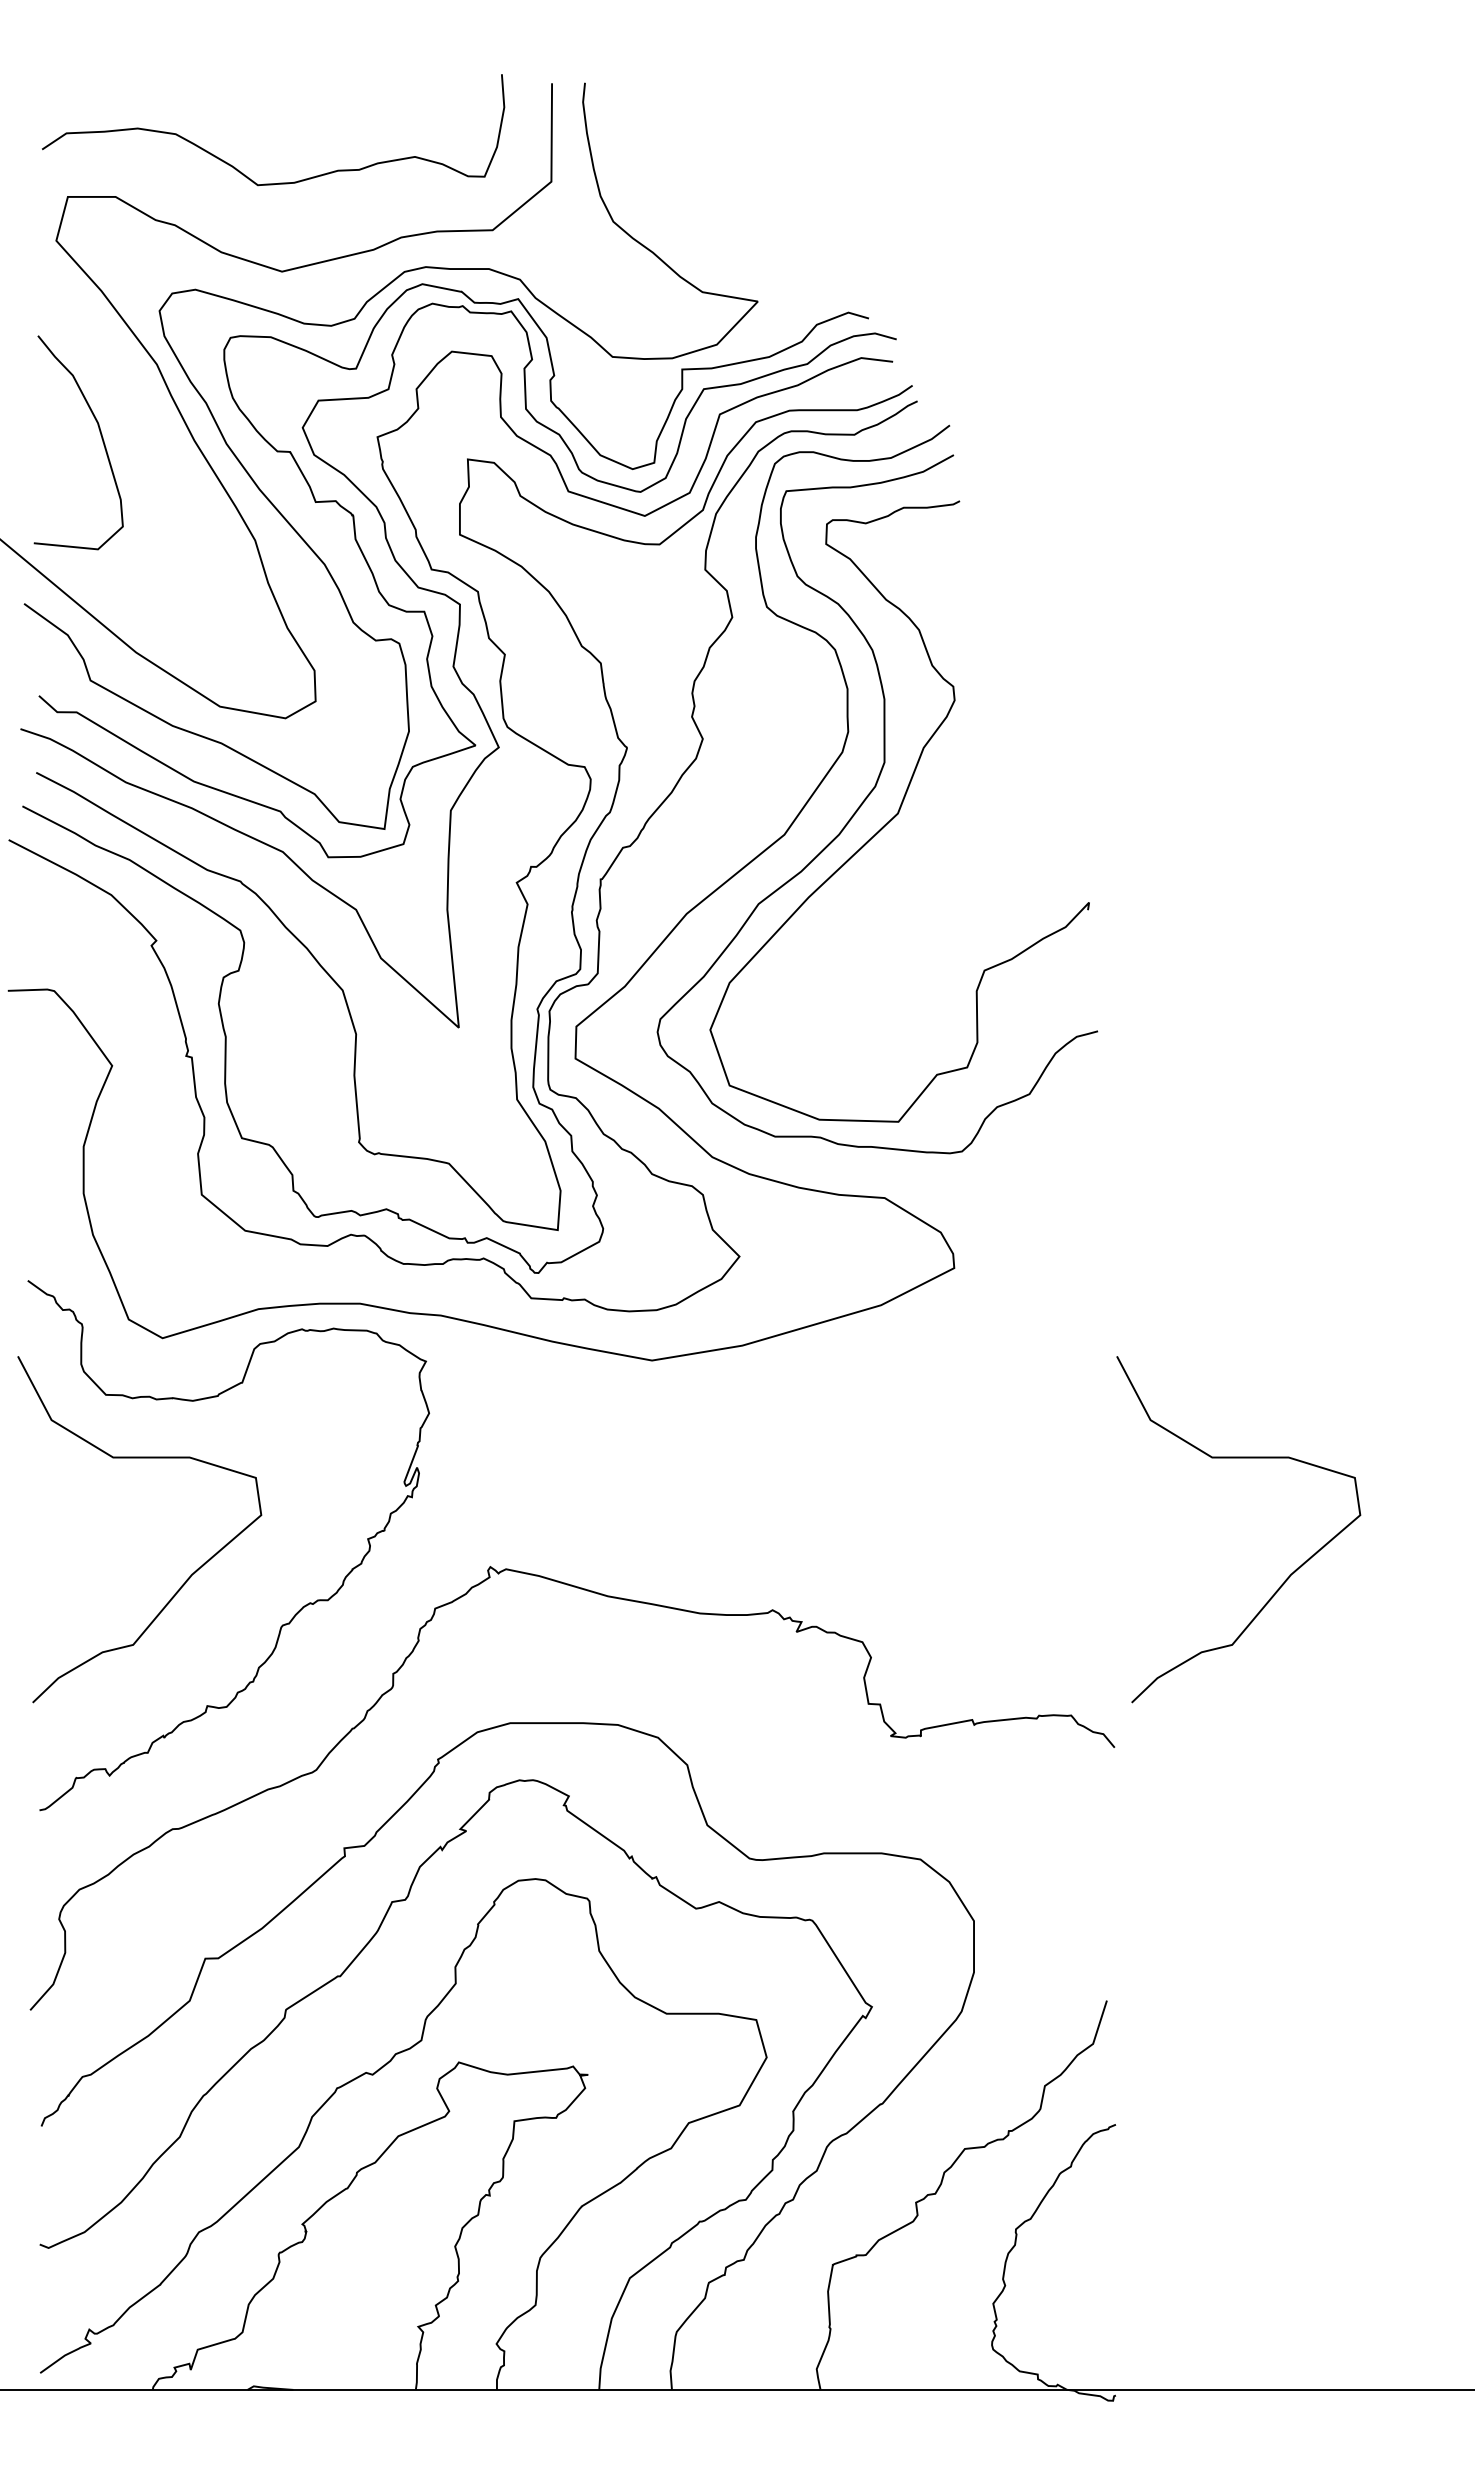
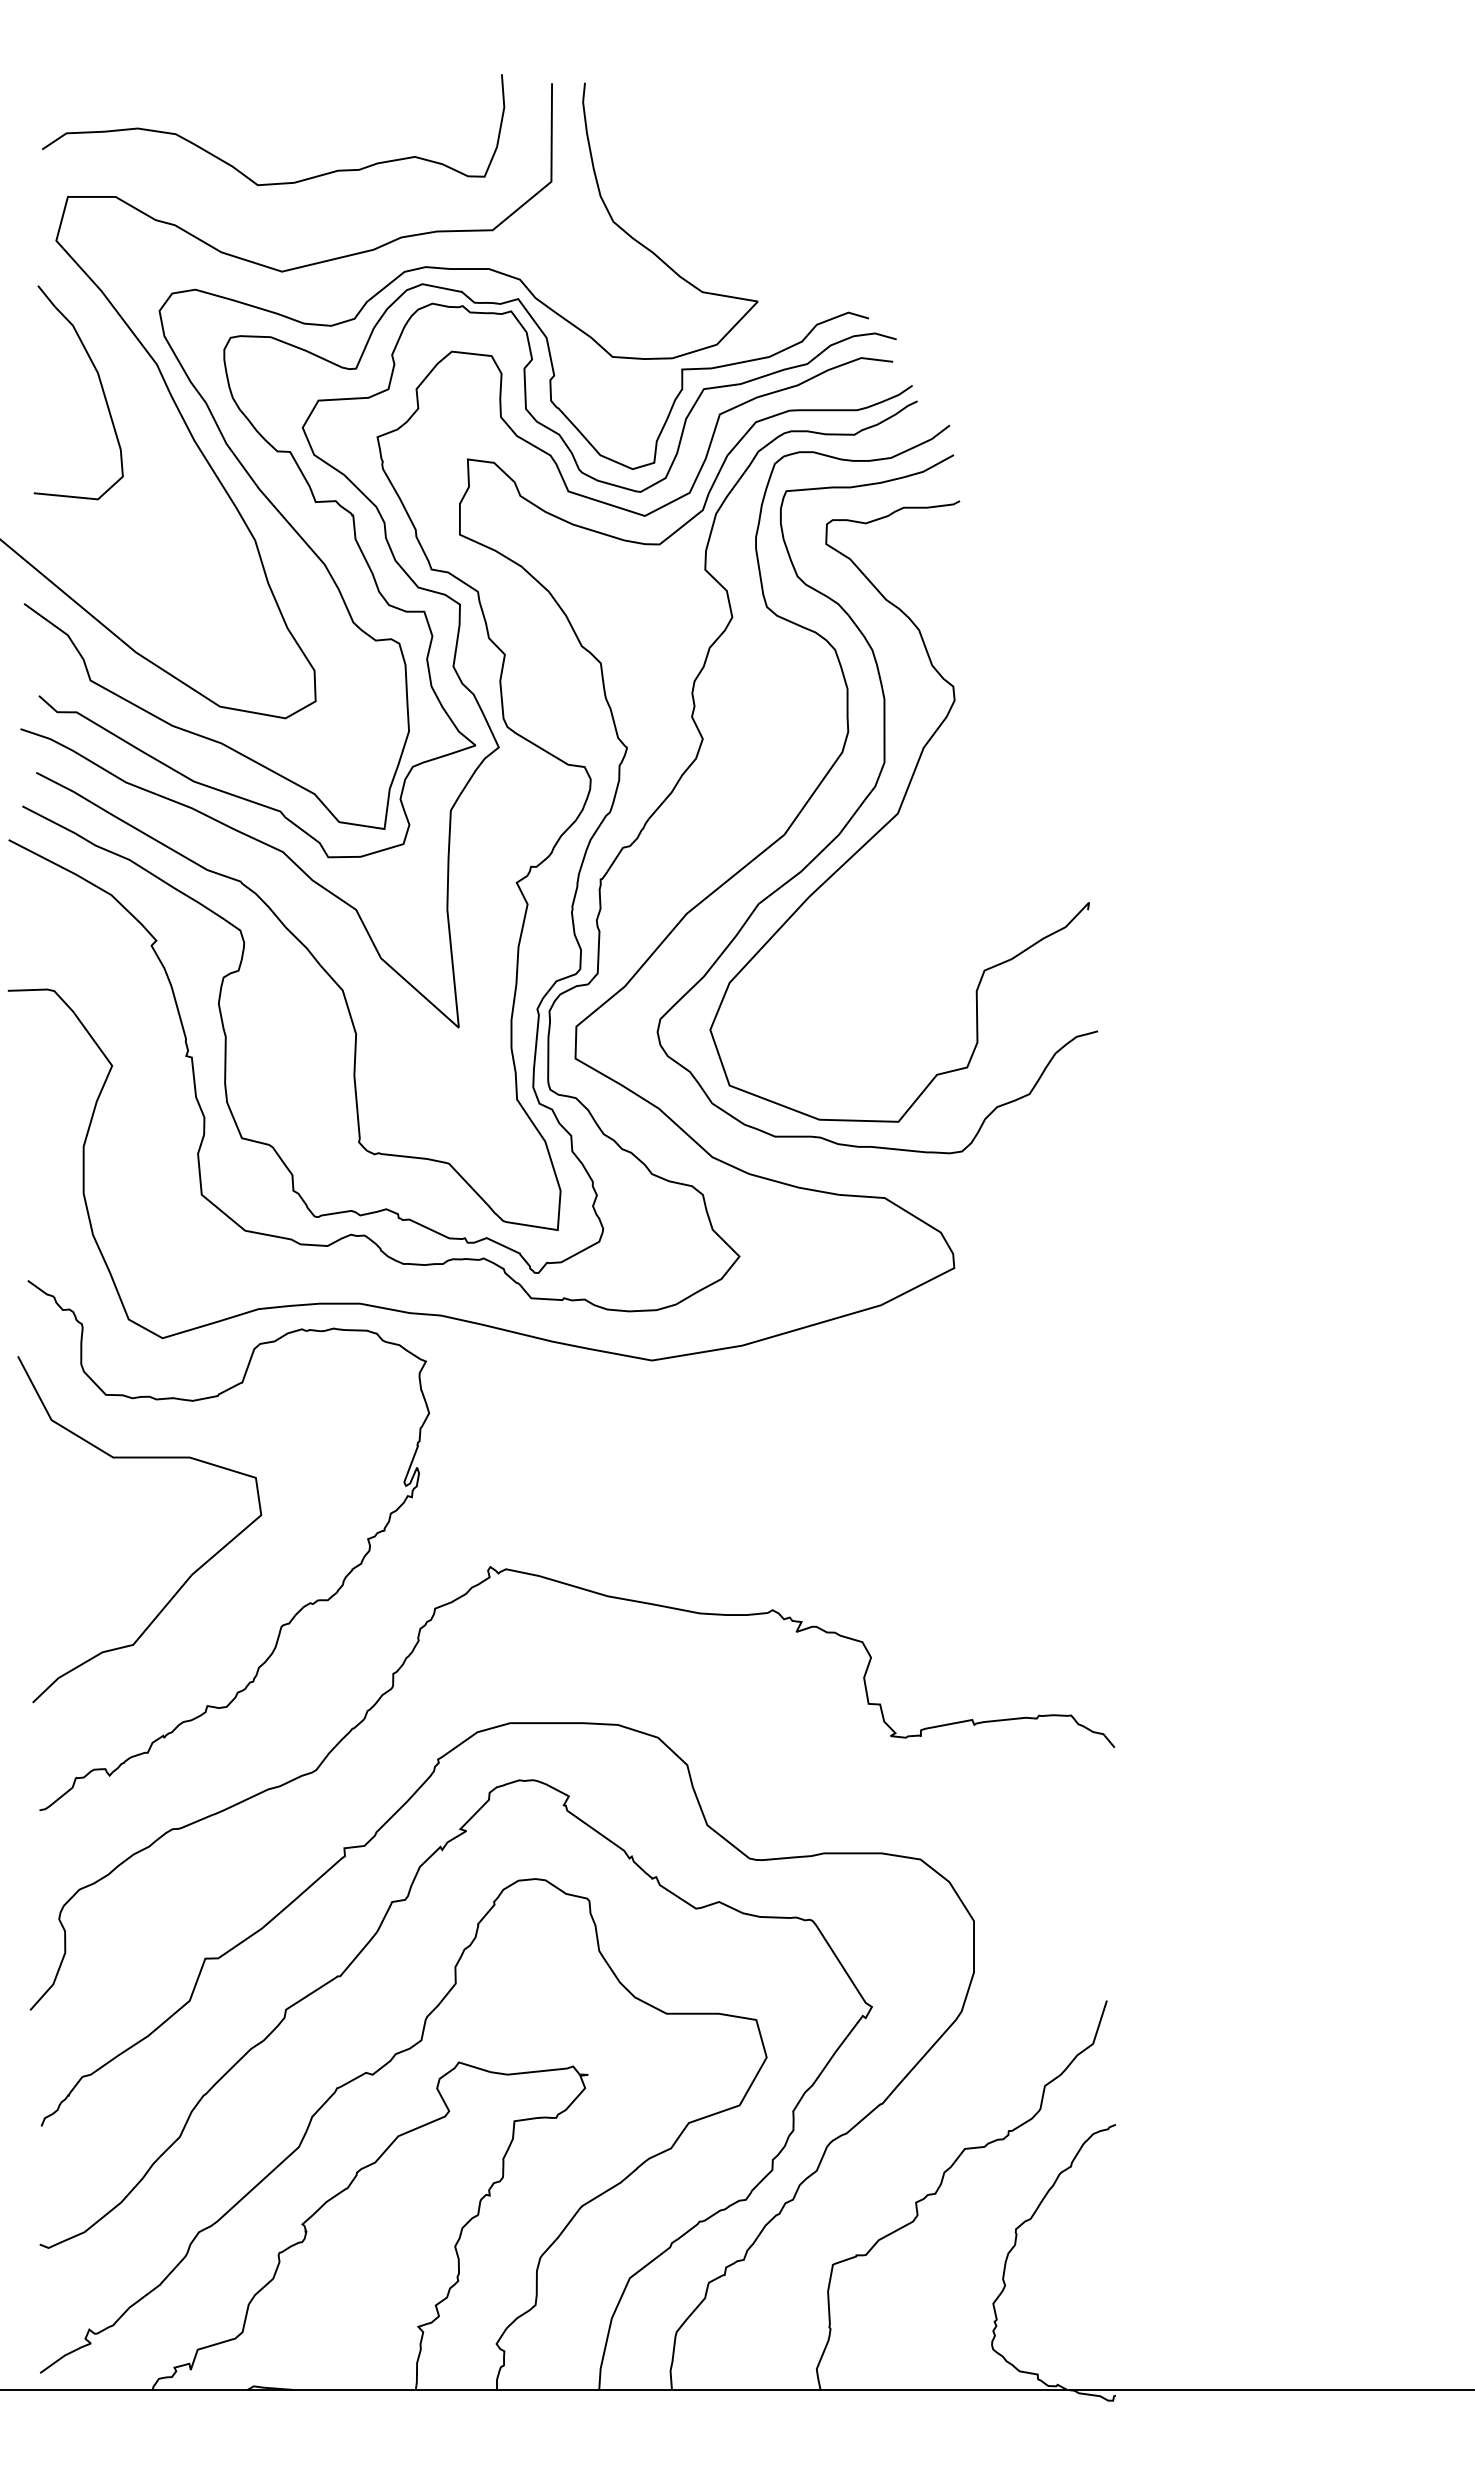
curve at (100, 435) position: (100, 435) -> (100, 385)
curve at (1287, 1577): present -> none
